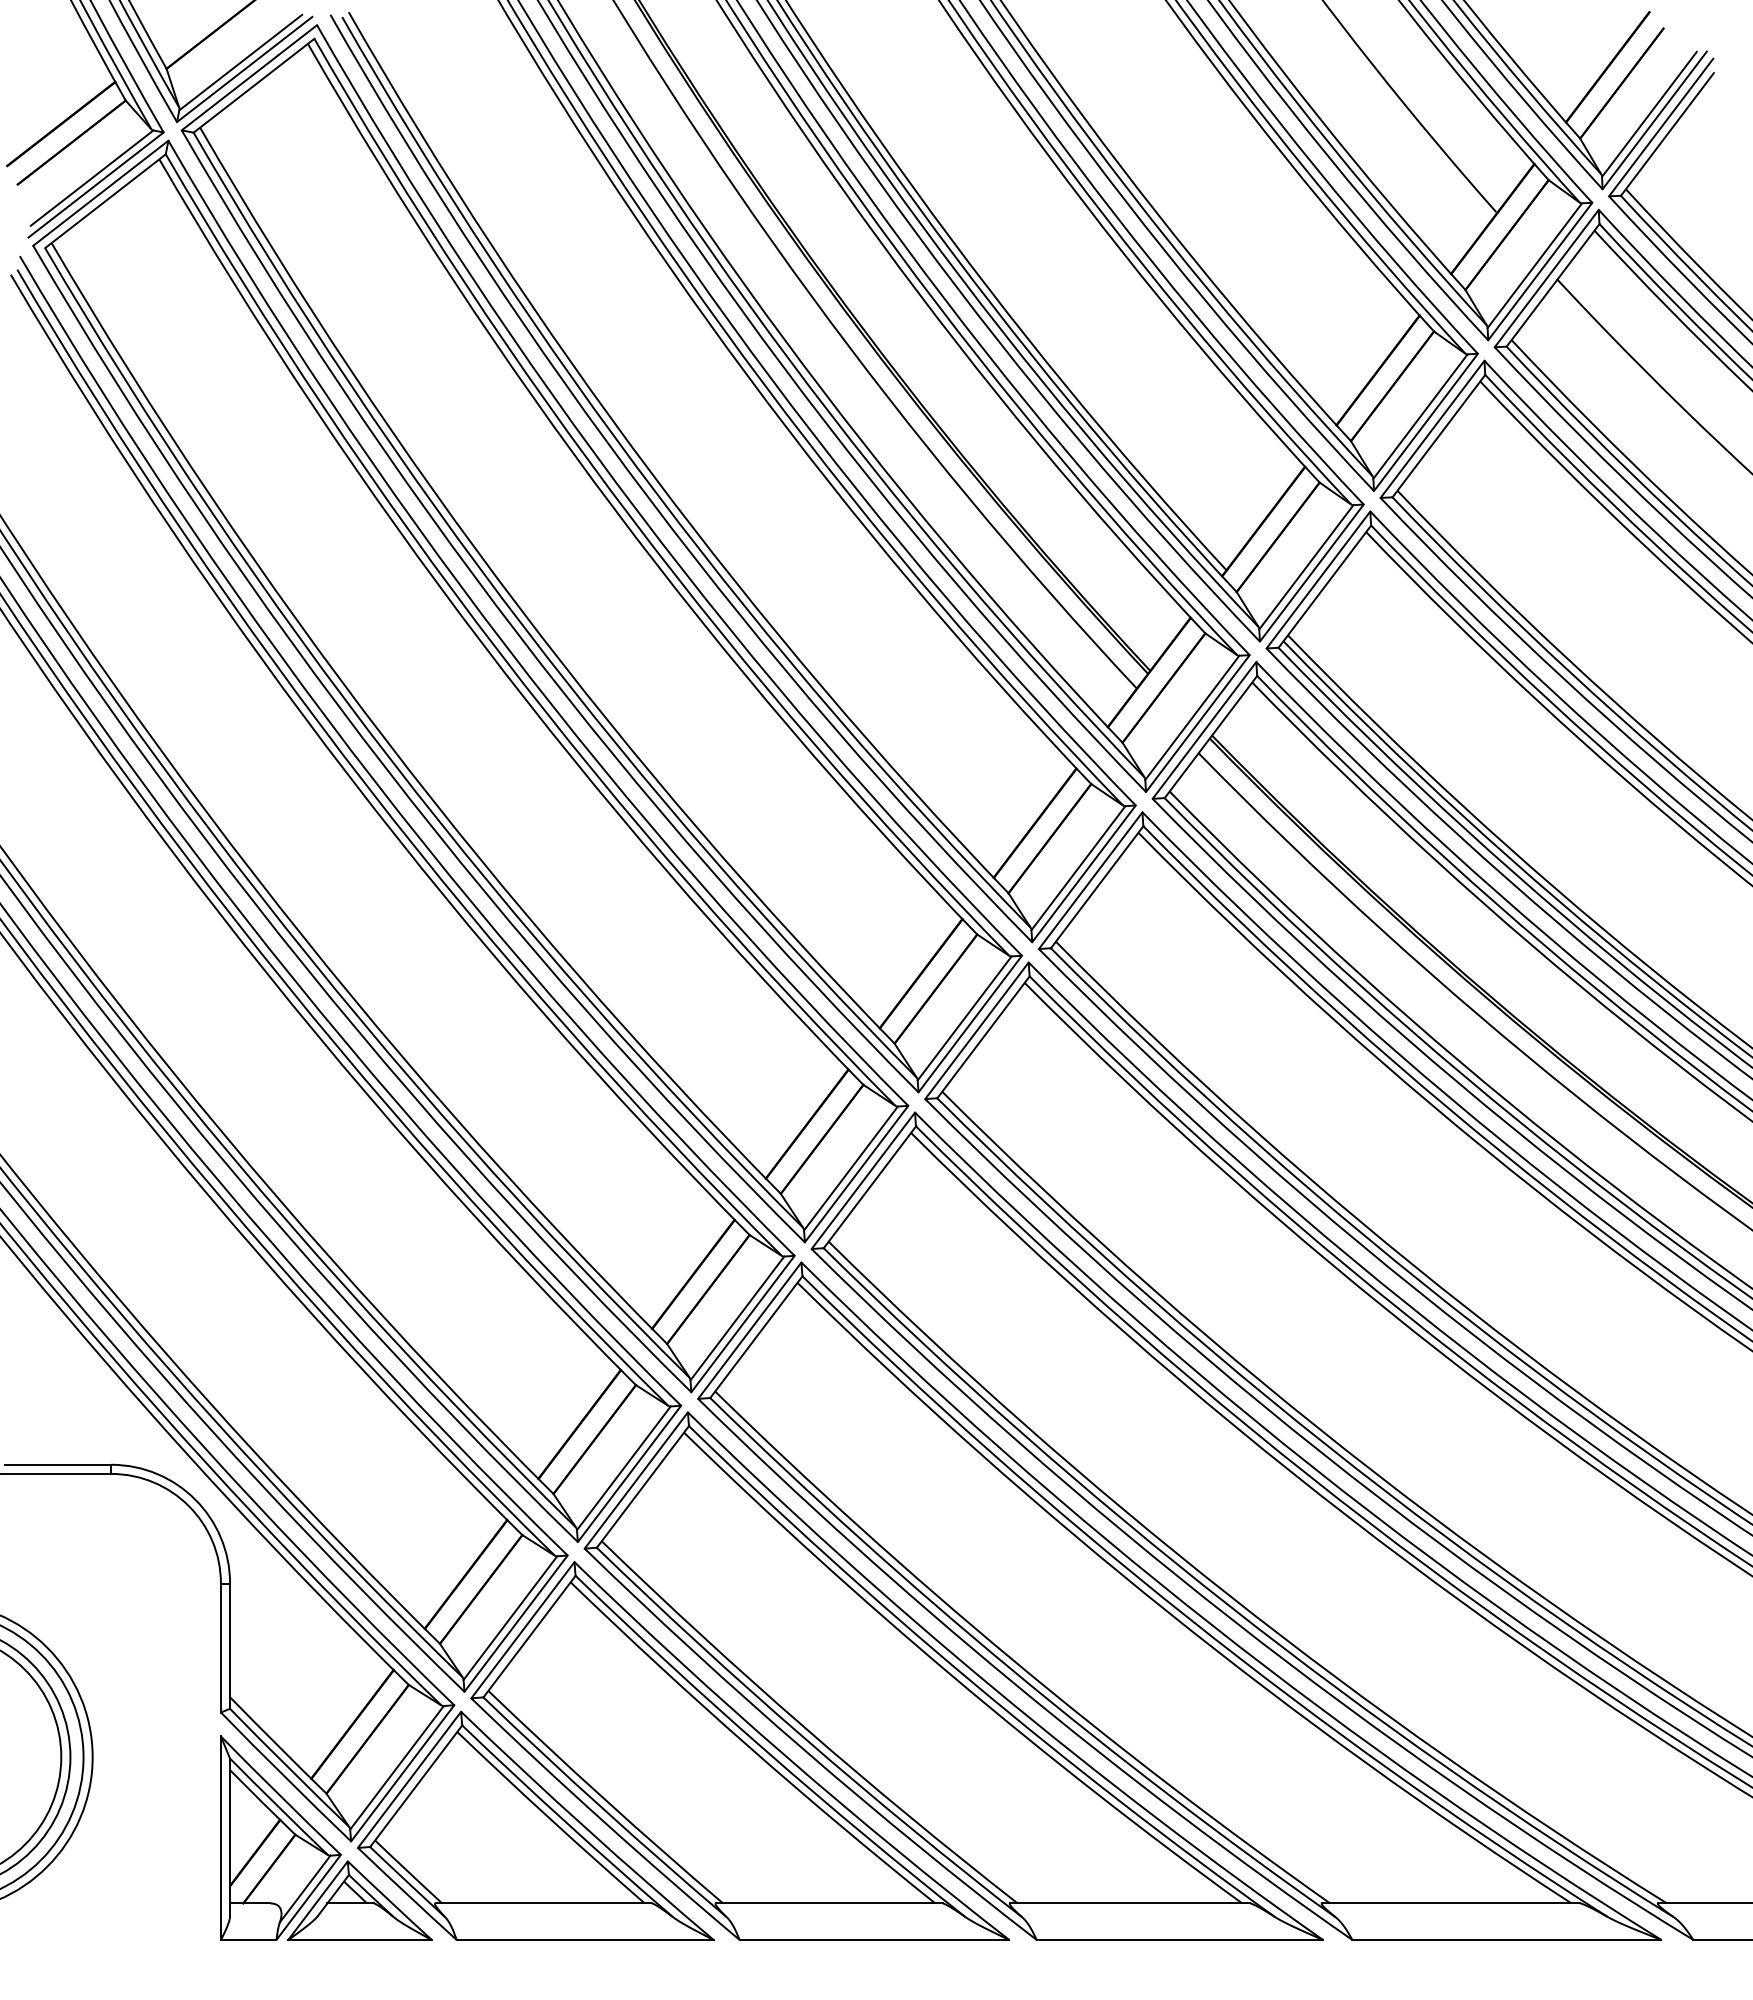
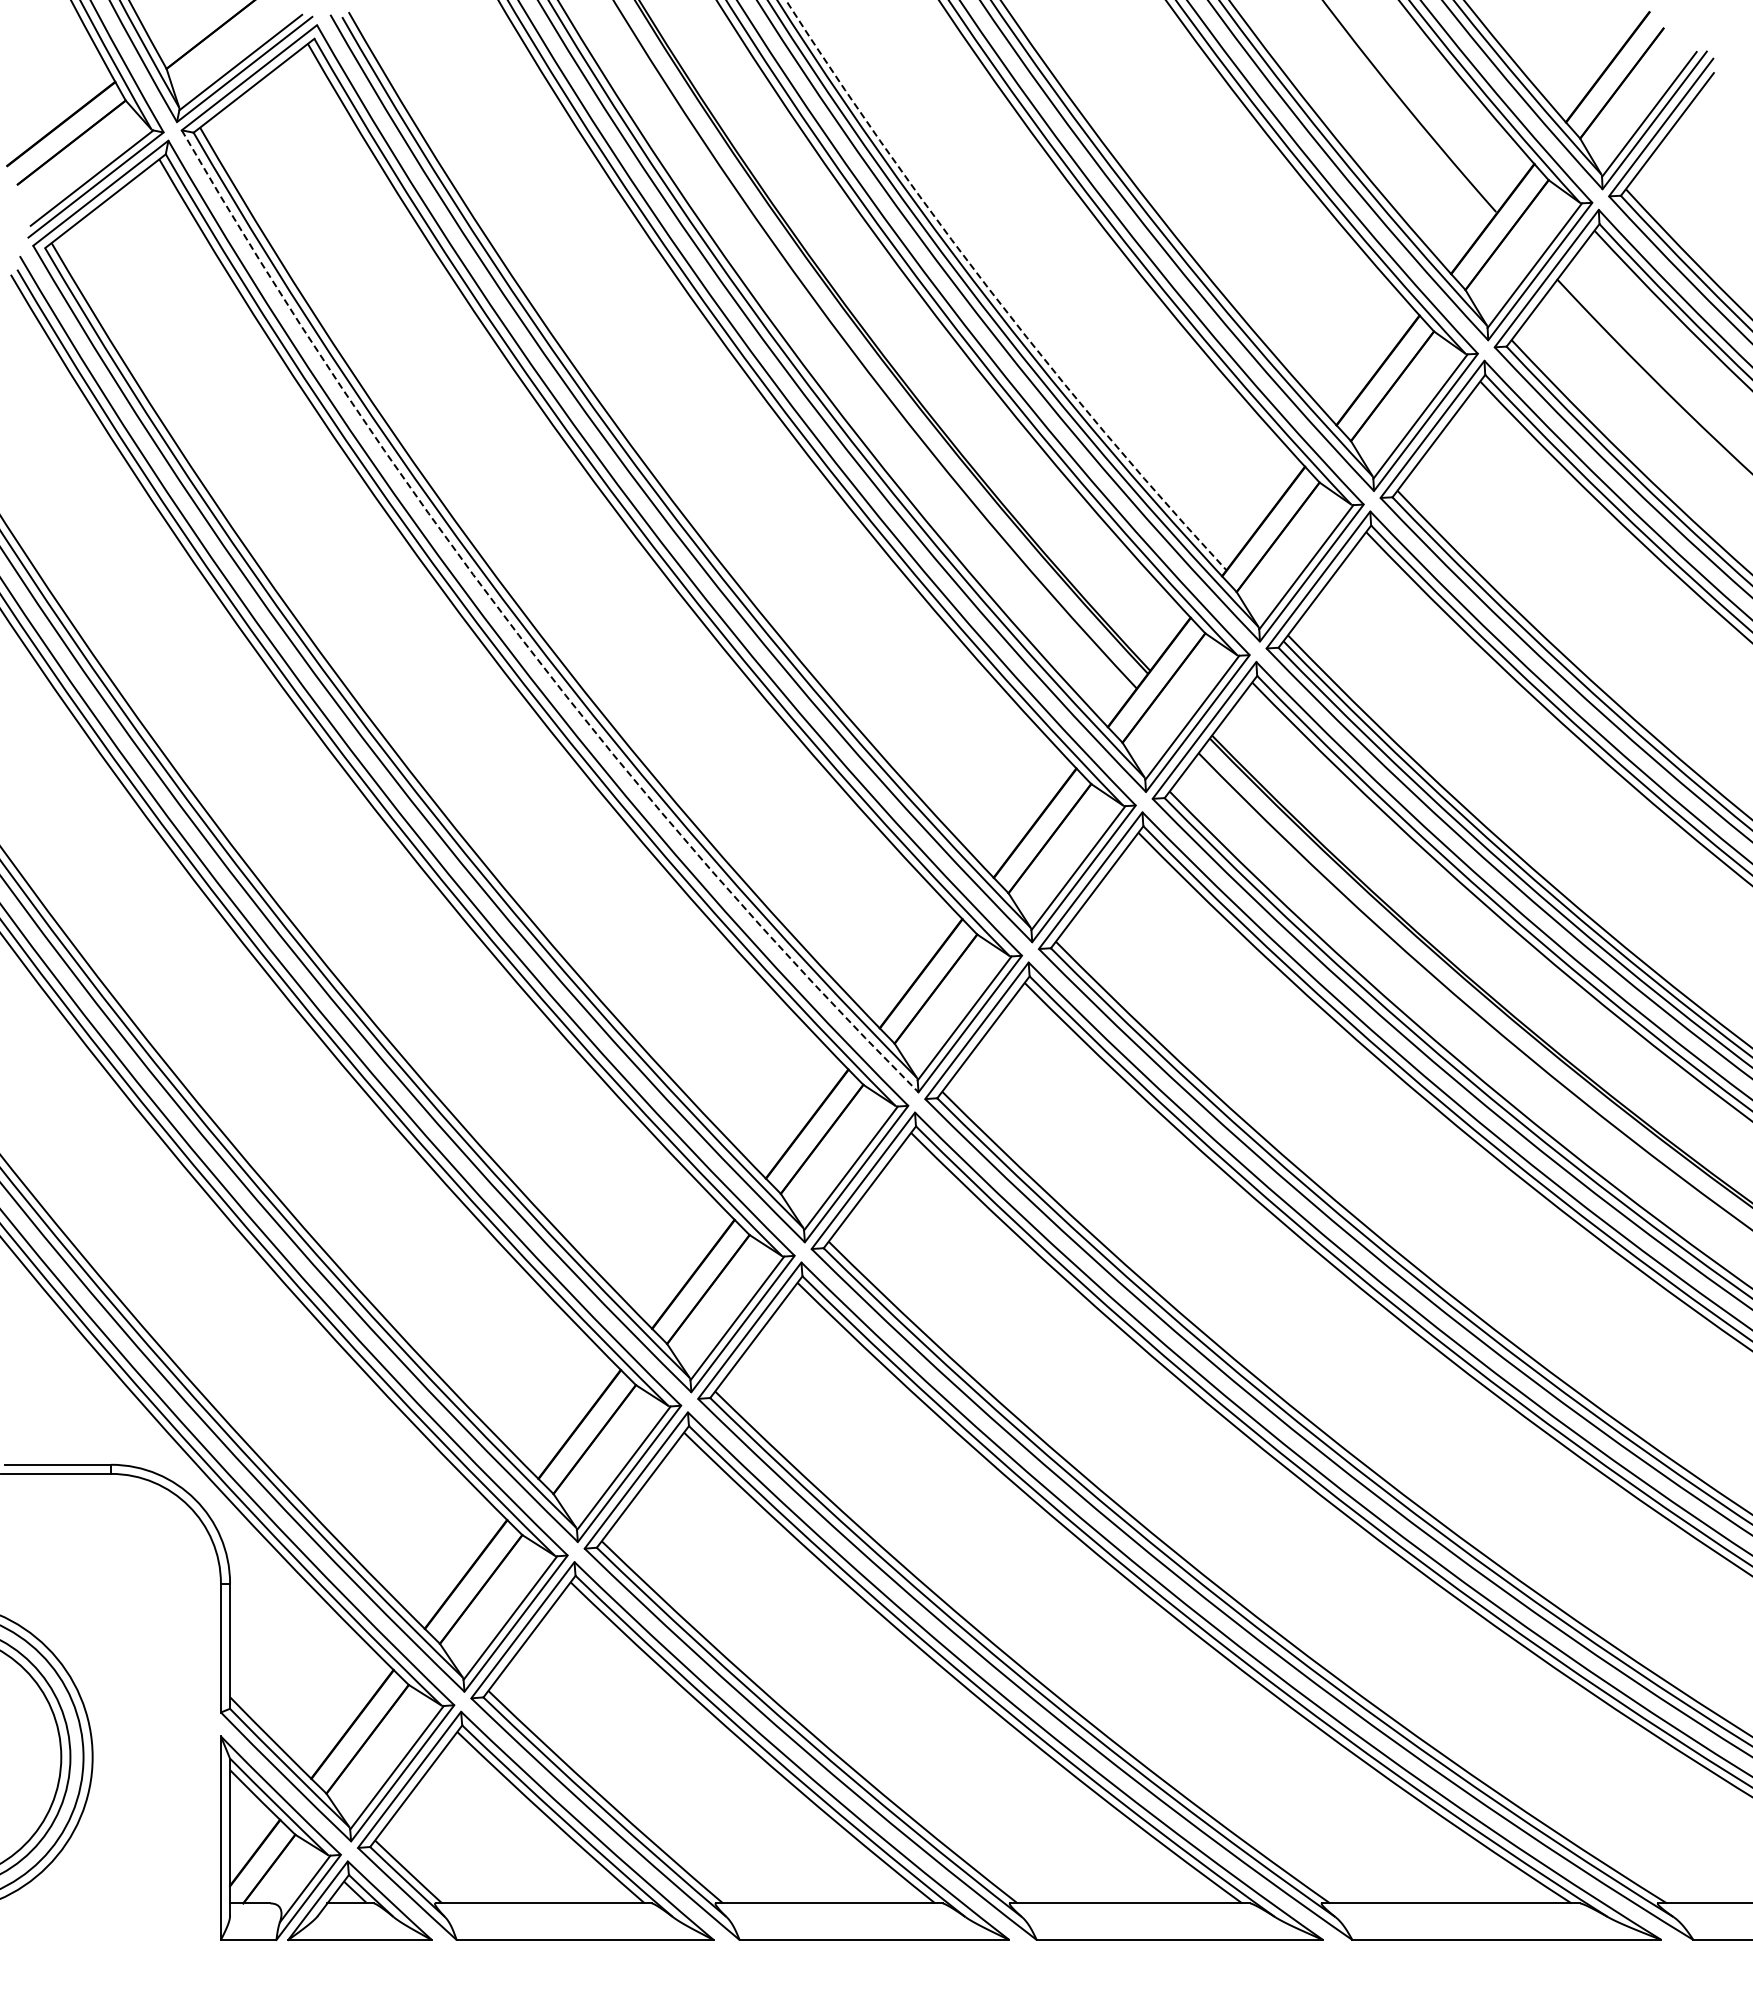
arc at (993, 294): solid -> dashed
arc at (518, 635): solid -> dashed
